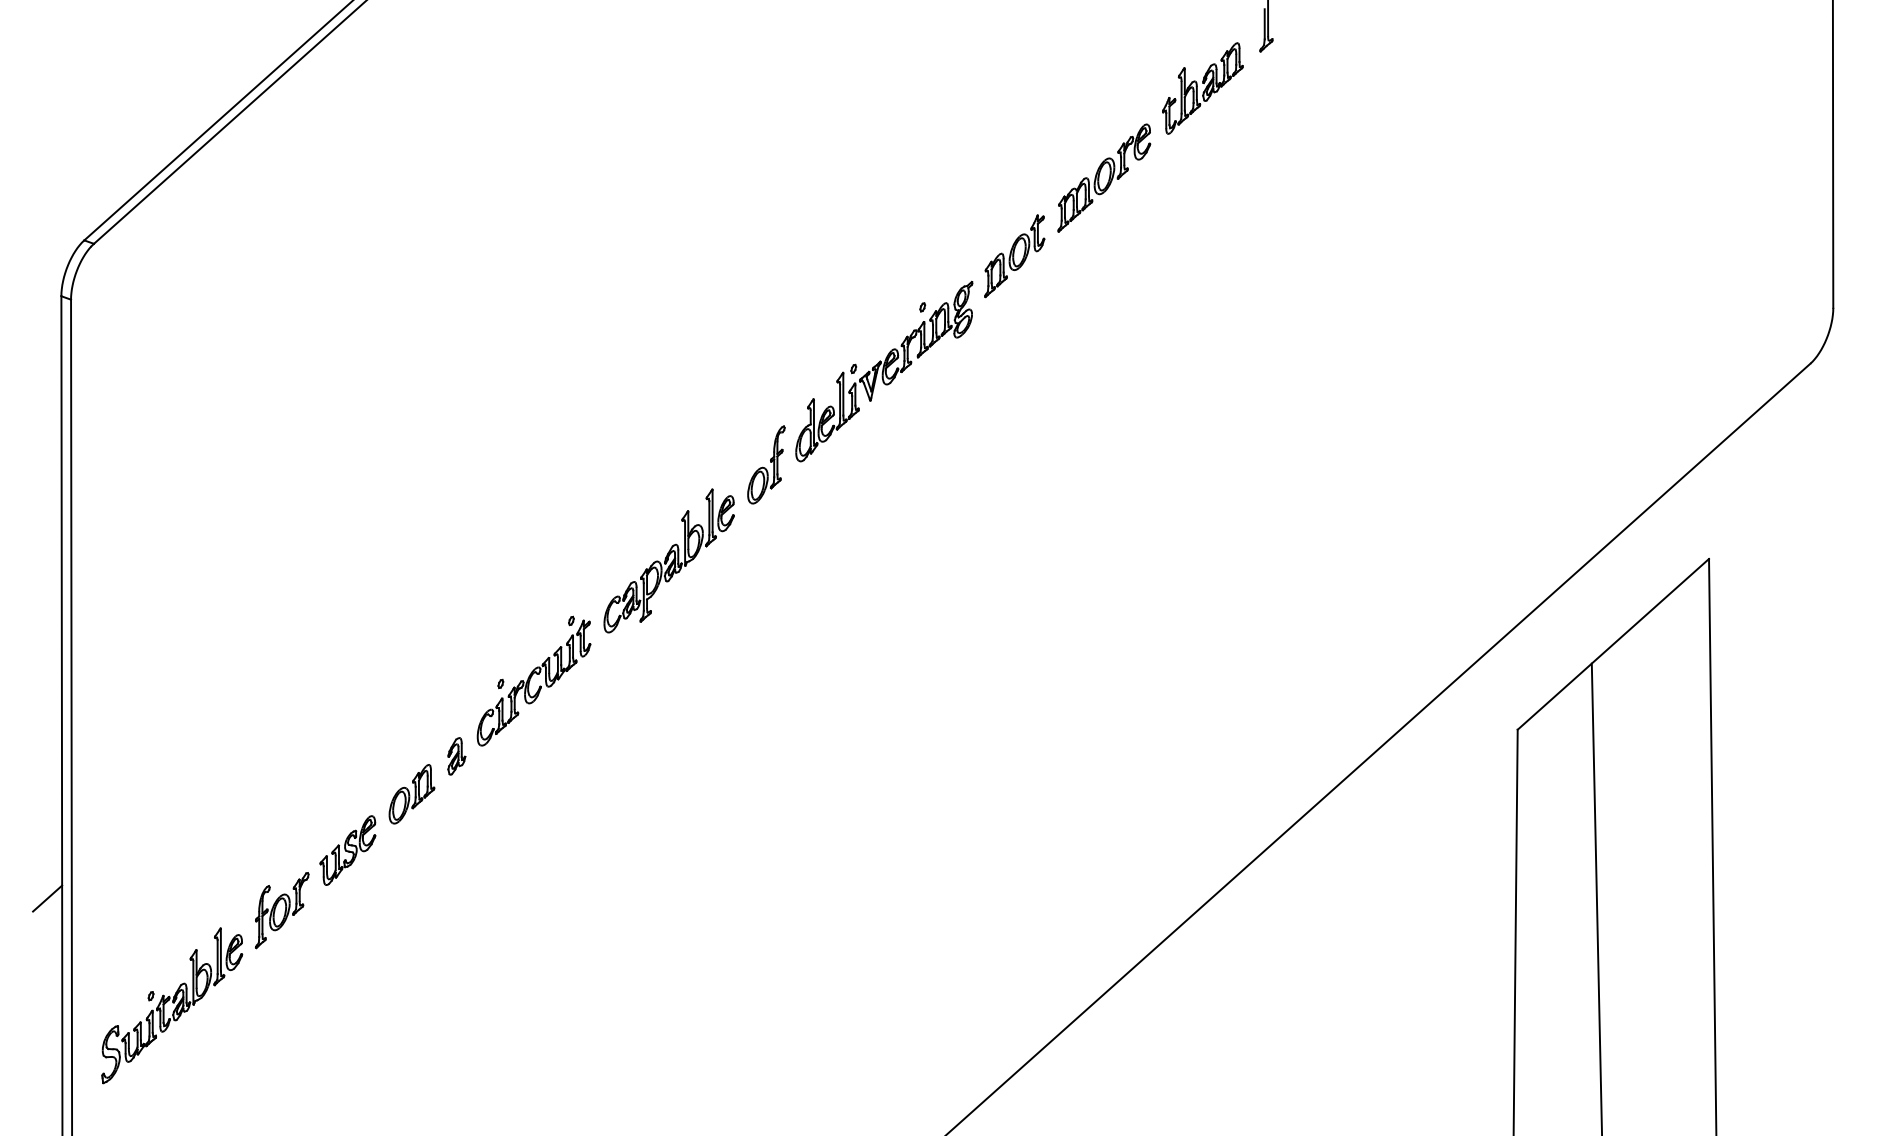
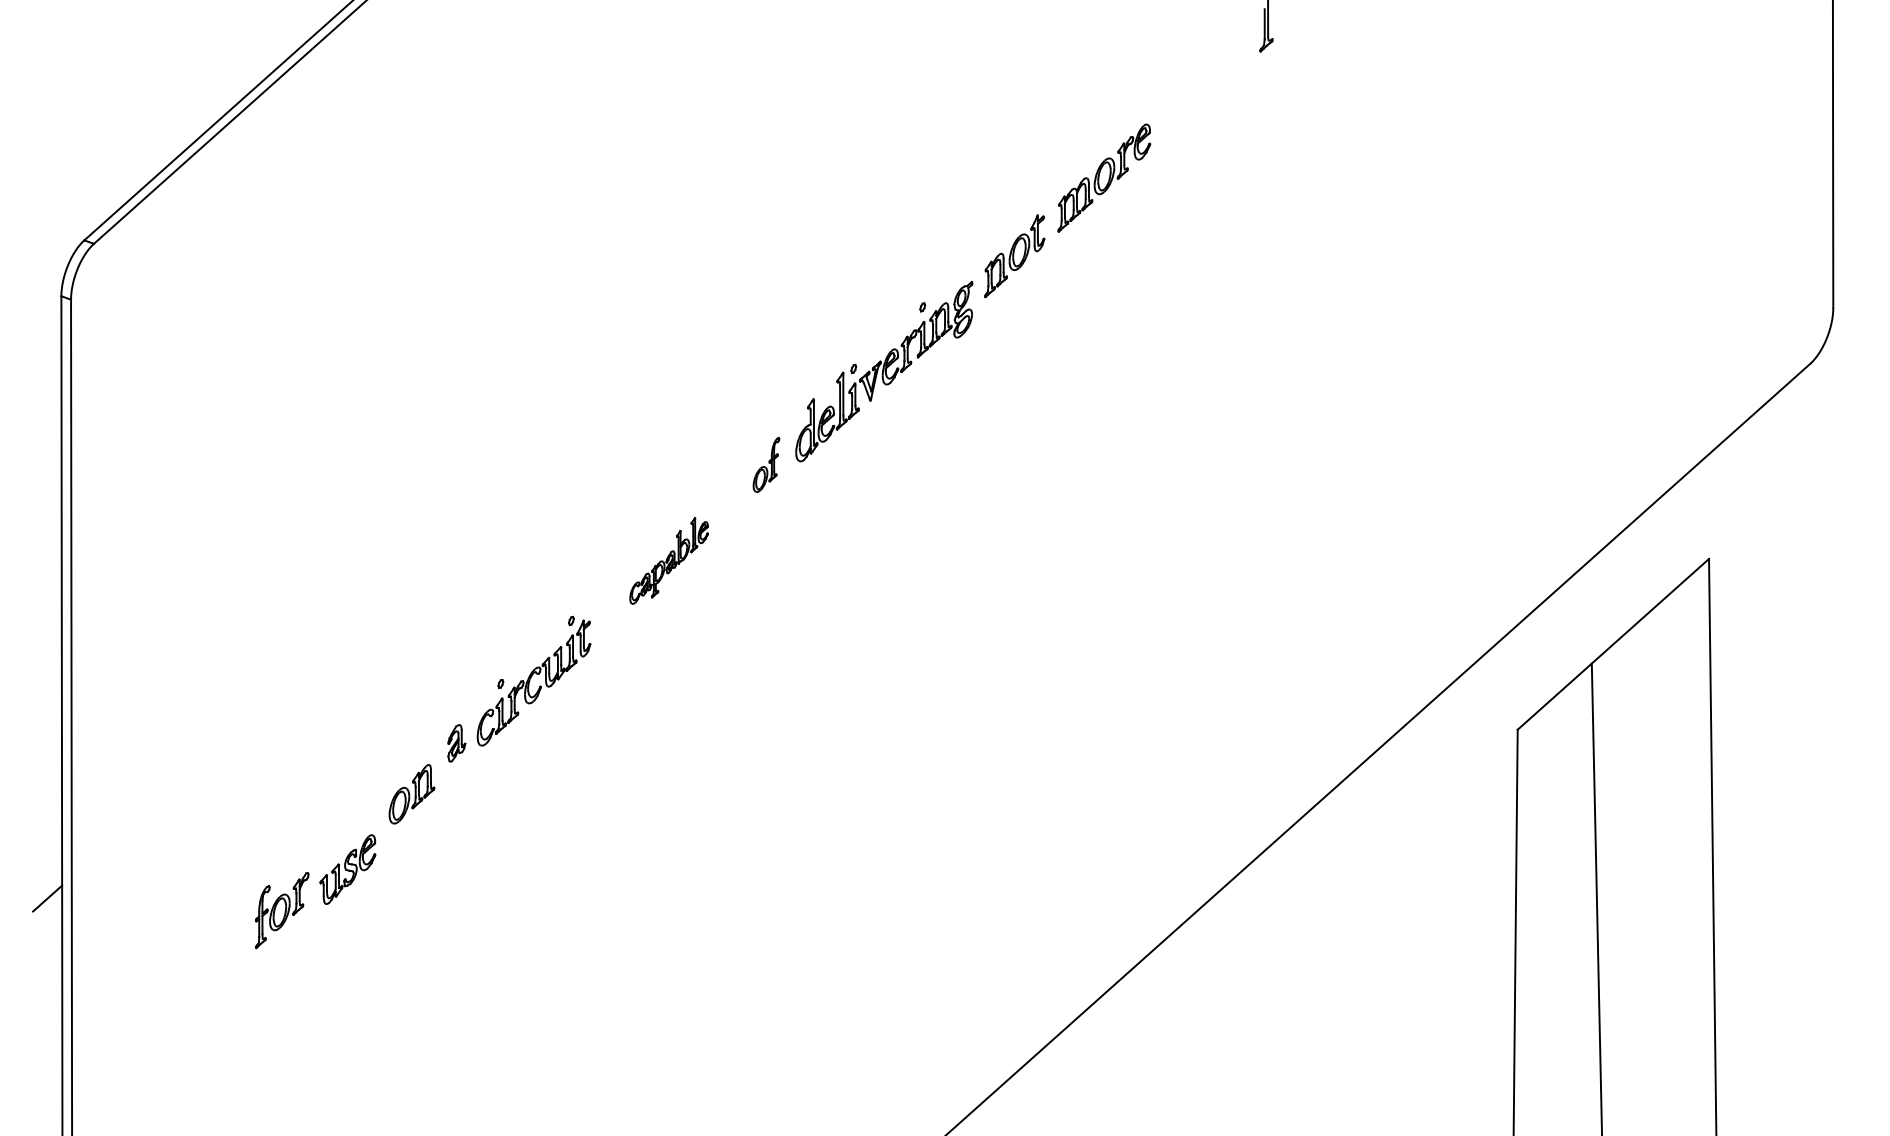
part at (1202, 88): present -> none
part at (766, 464) size: 39x80 px -> 29x56 px
part at (668, 560) size: 132x146 px -> 80x88 px
part at (456, 756) position: (456, 756) -> (456, 743)
part at (347, 850) position: (347, 850) -> (347, 869)
part at (172, 1005): present -> none
